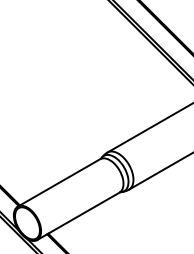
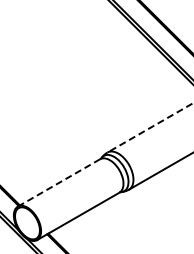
line at (150, 128): solid -> dashed
line at (59, 182): solid -> dashed
